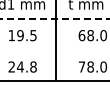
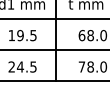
line at (55, 18): dashed -> solid
line at (54, 50): none -> present
text at (33, 66): 24.8 -> 24.5
